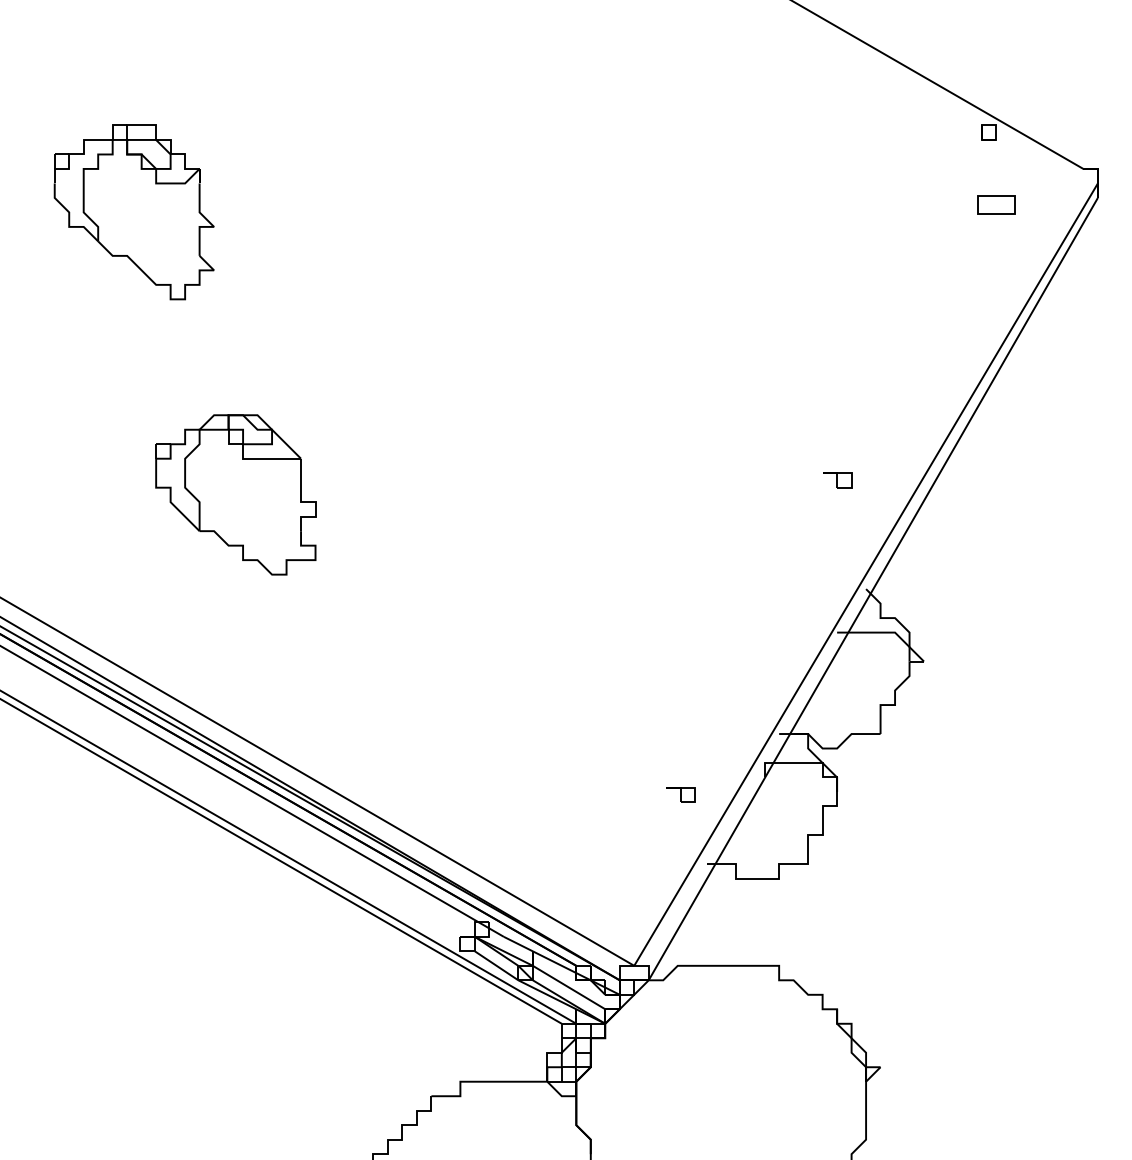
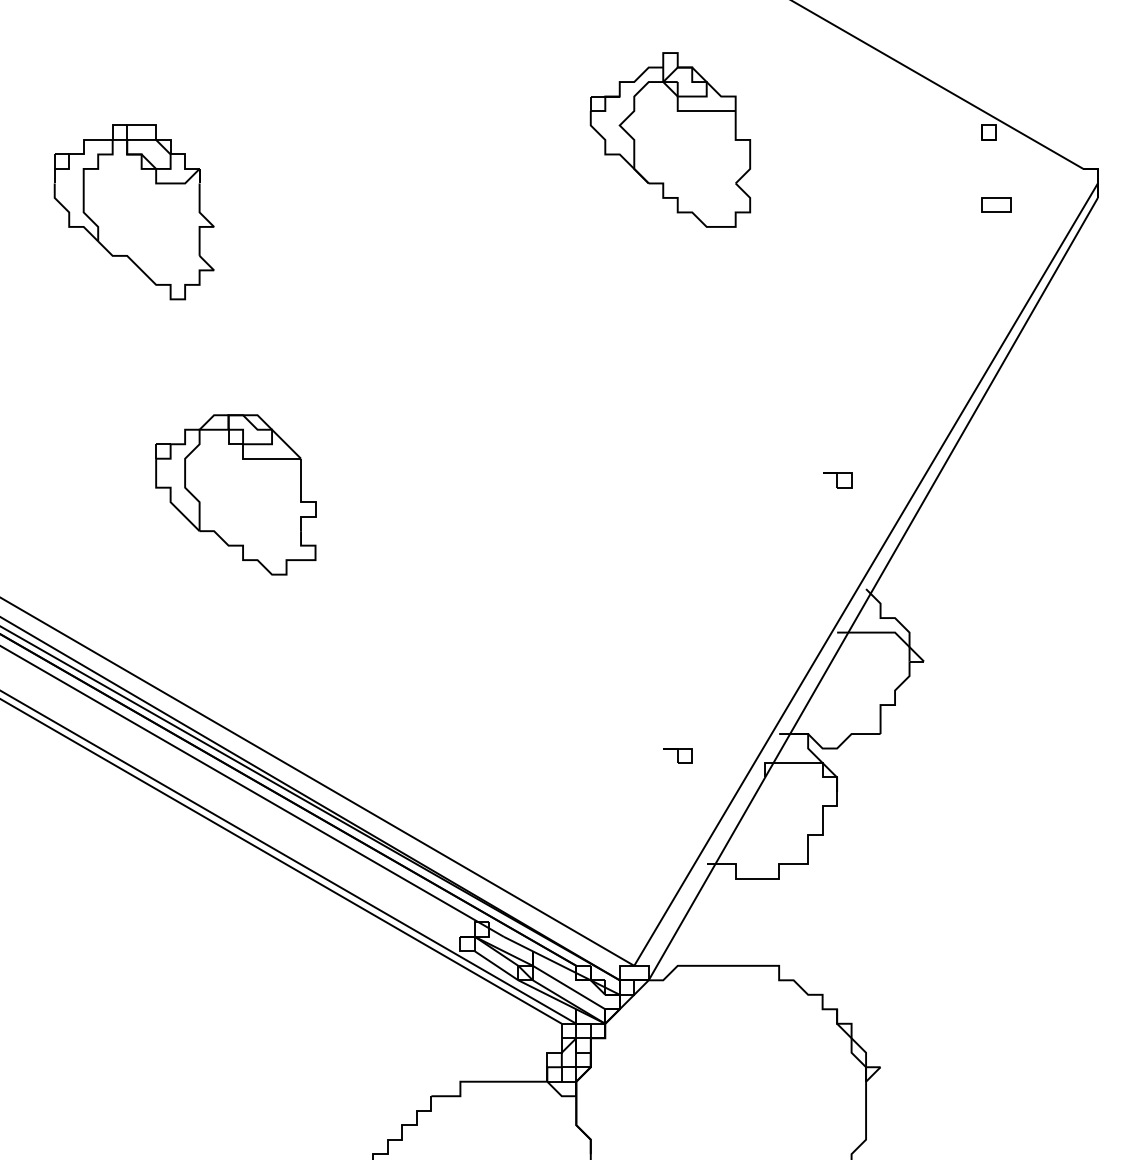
part at (670, 139): none -> present
part at (996, 204) size: 39x20 px -> 31x16 px
part at (680, 794) position: (680, 794) -> (677, 755)
